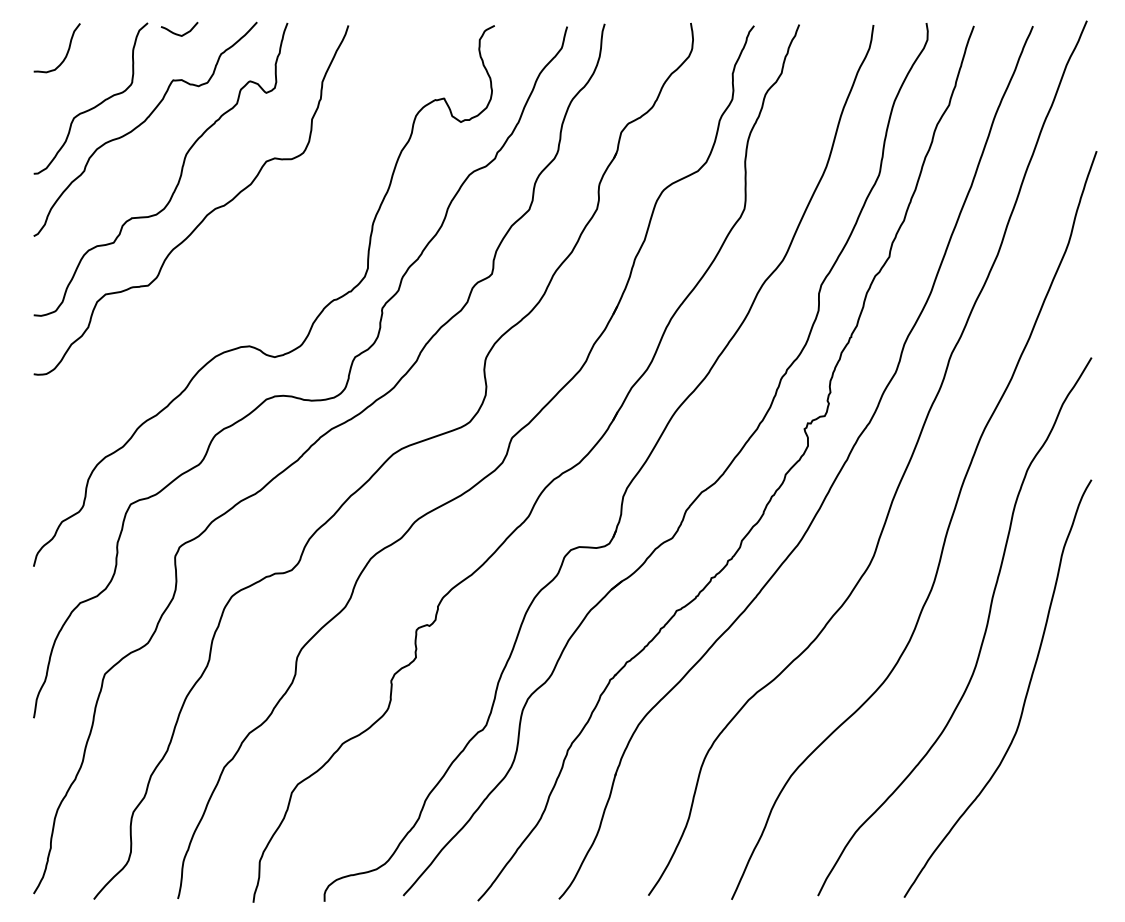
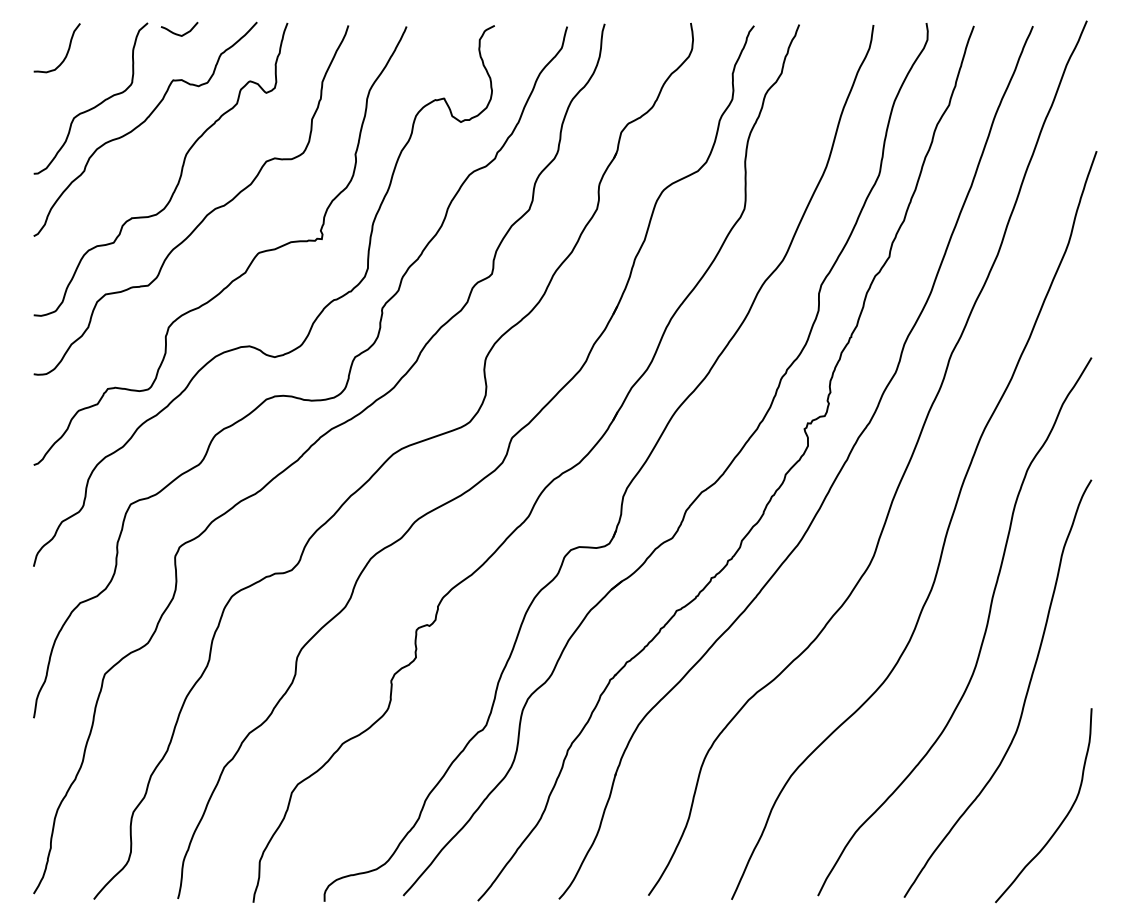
curve at (249, 263): none -> present
curve at (1063, 818): none -> present
